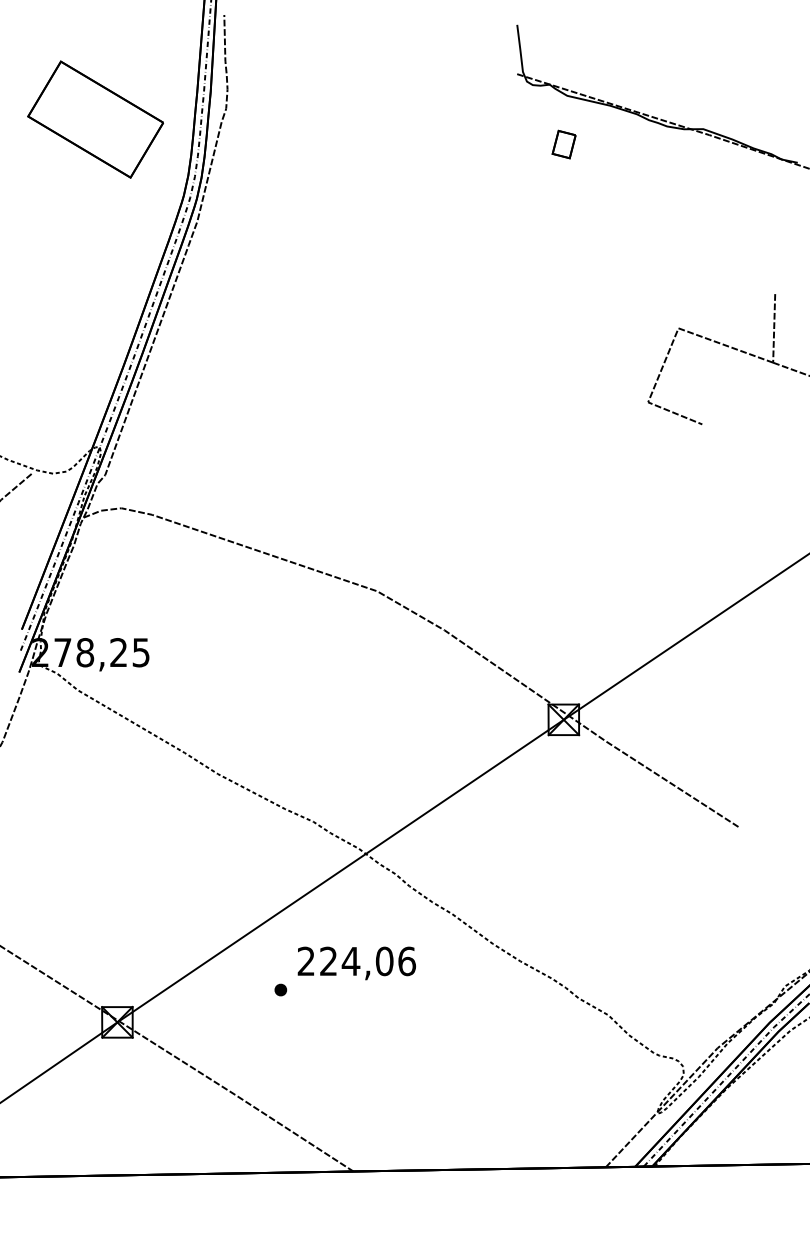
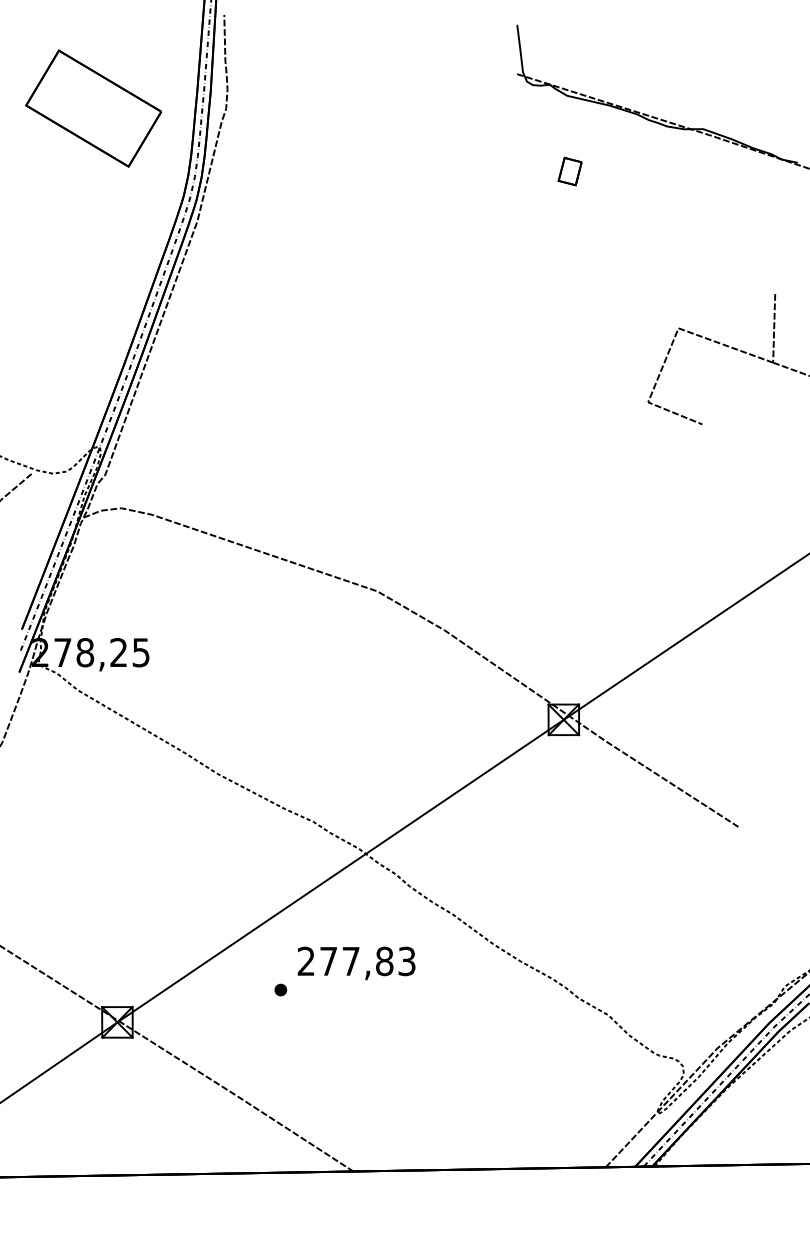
part at (95, 119) position: (95, 119) -> (93, 108)
part at (563, 144) position: (563, 144) -> (569, 171)
text at (368, 961): 224,06 -> 277,83
